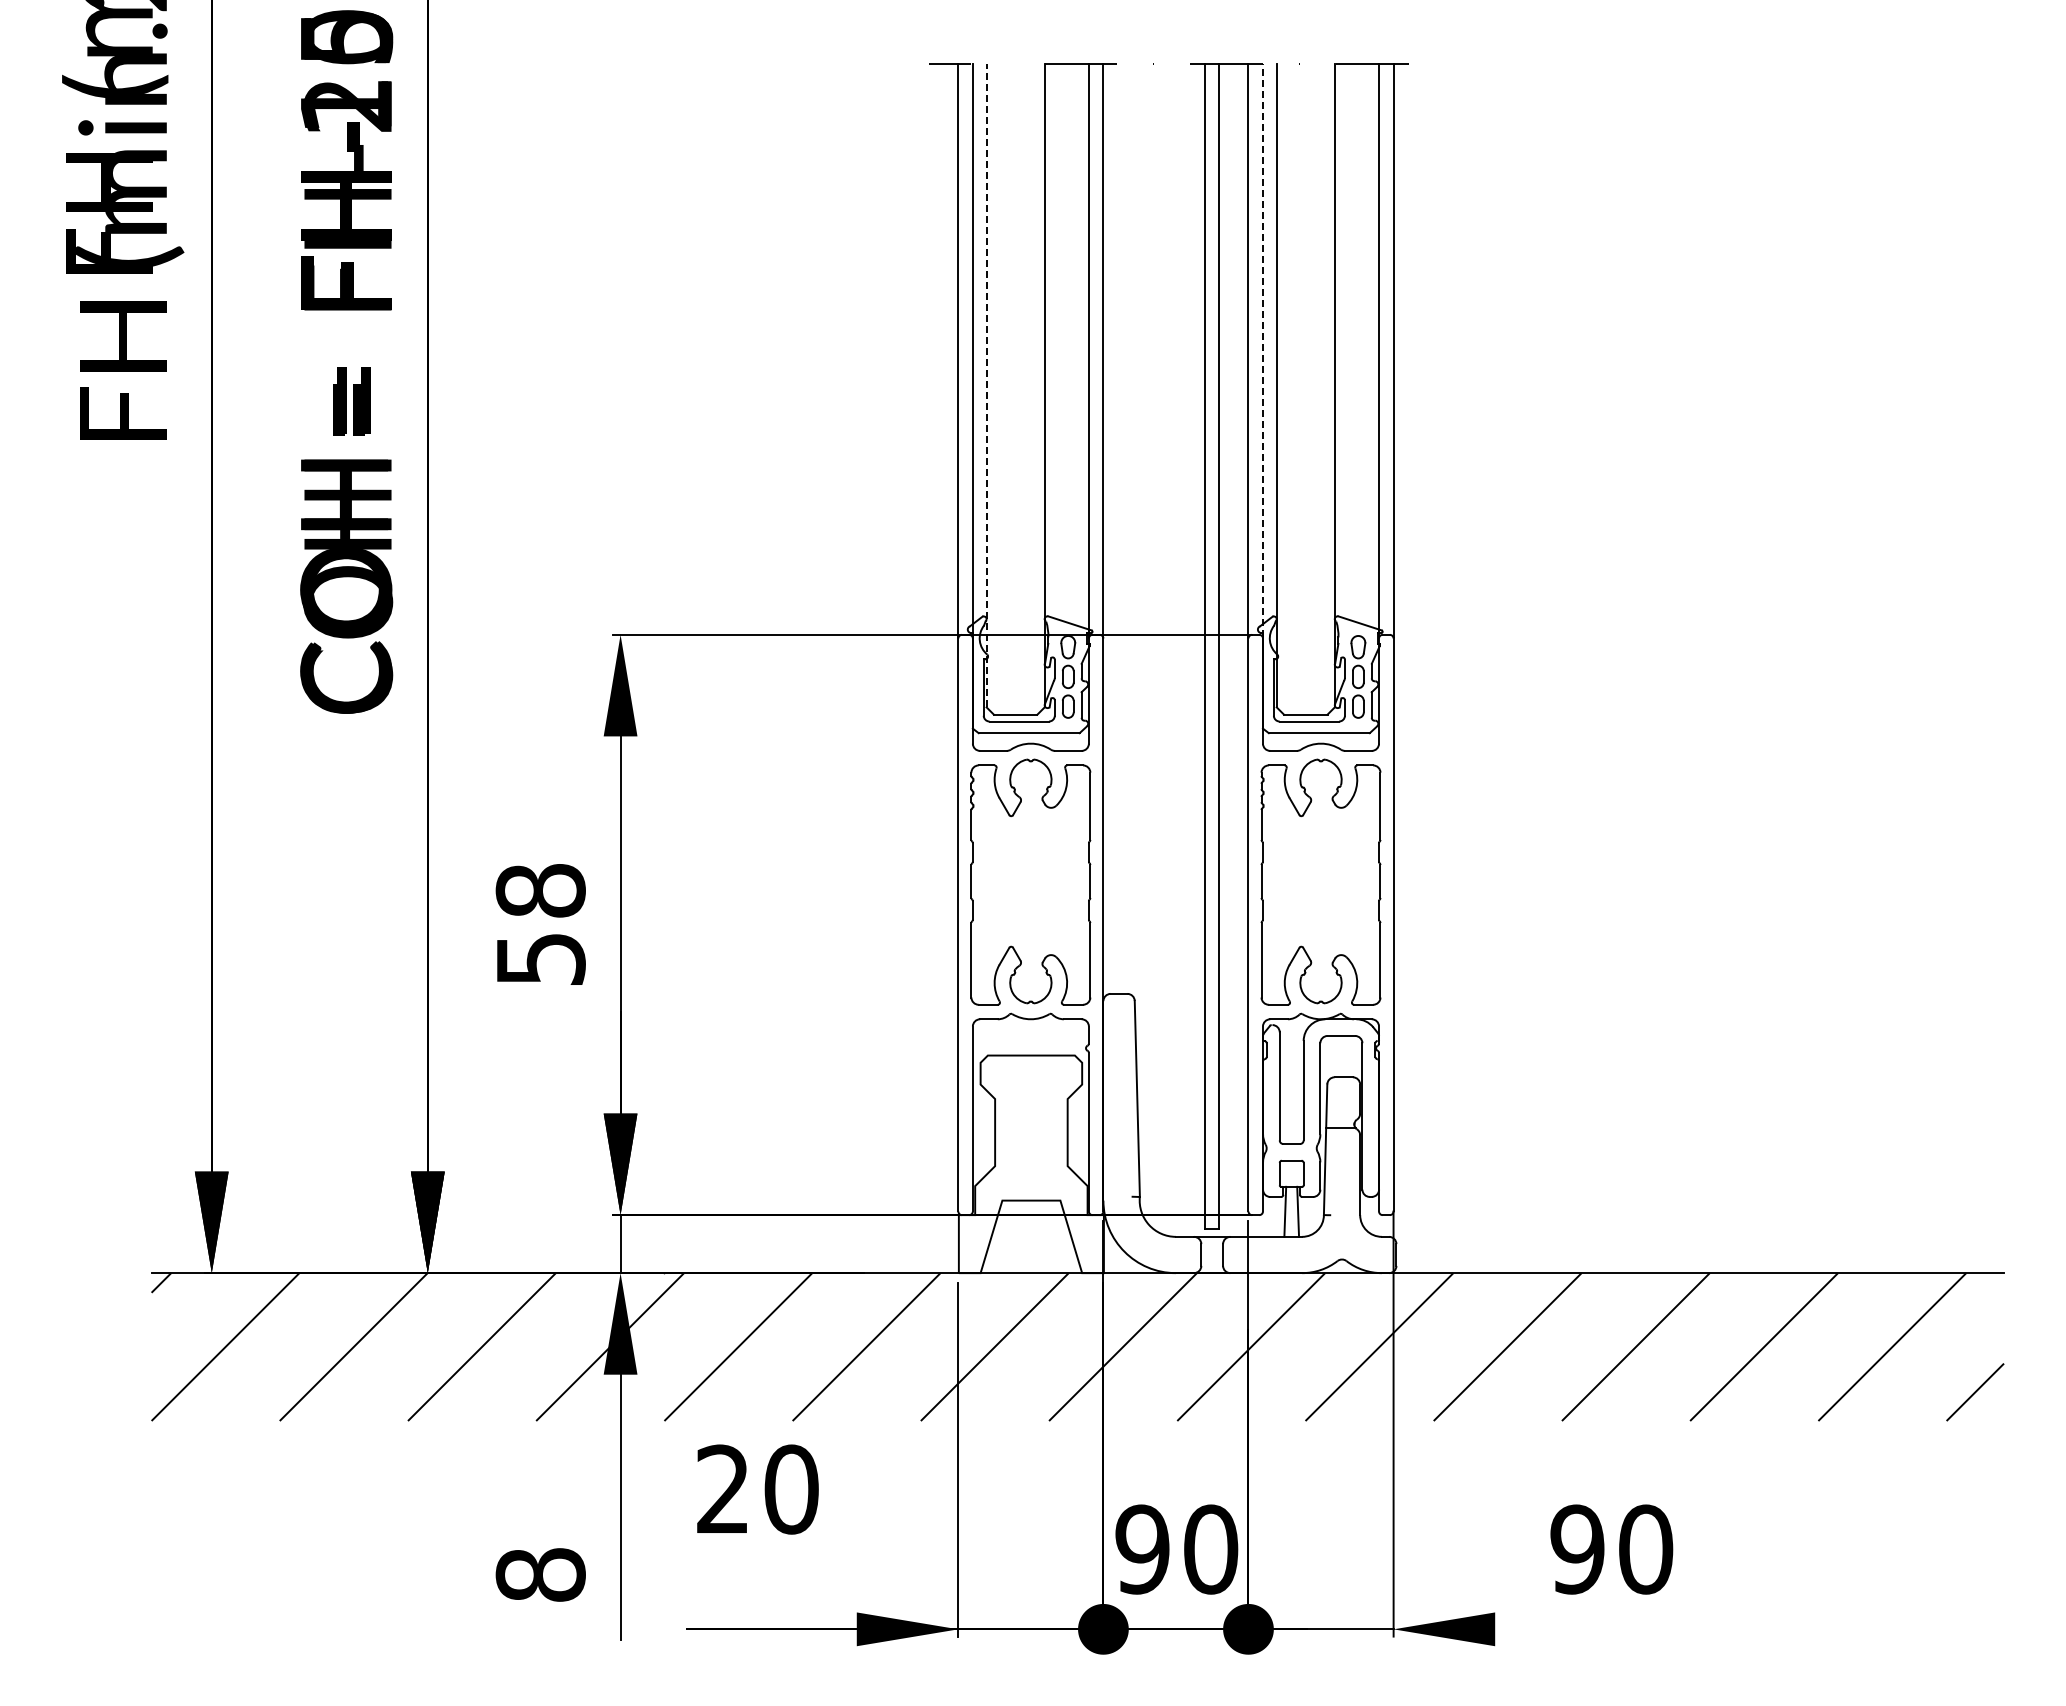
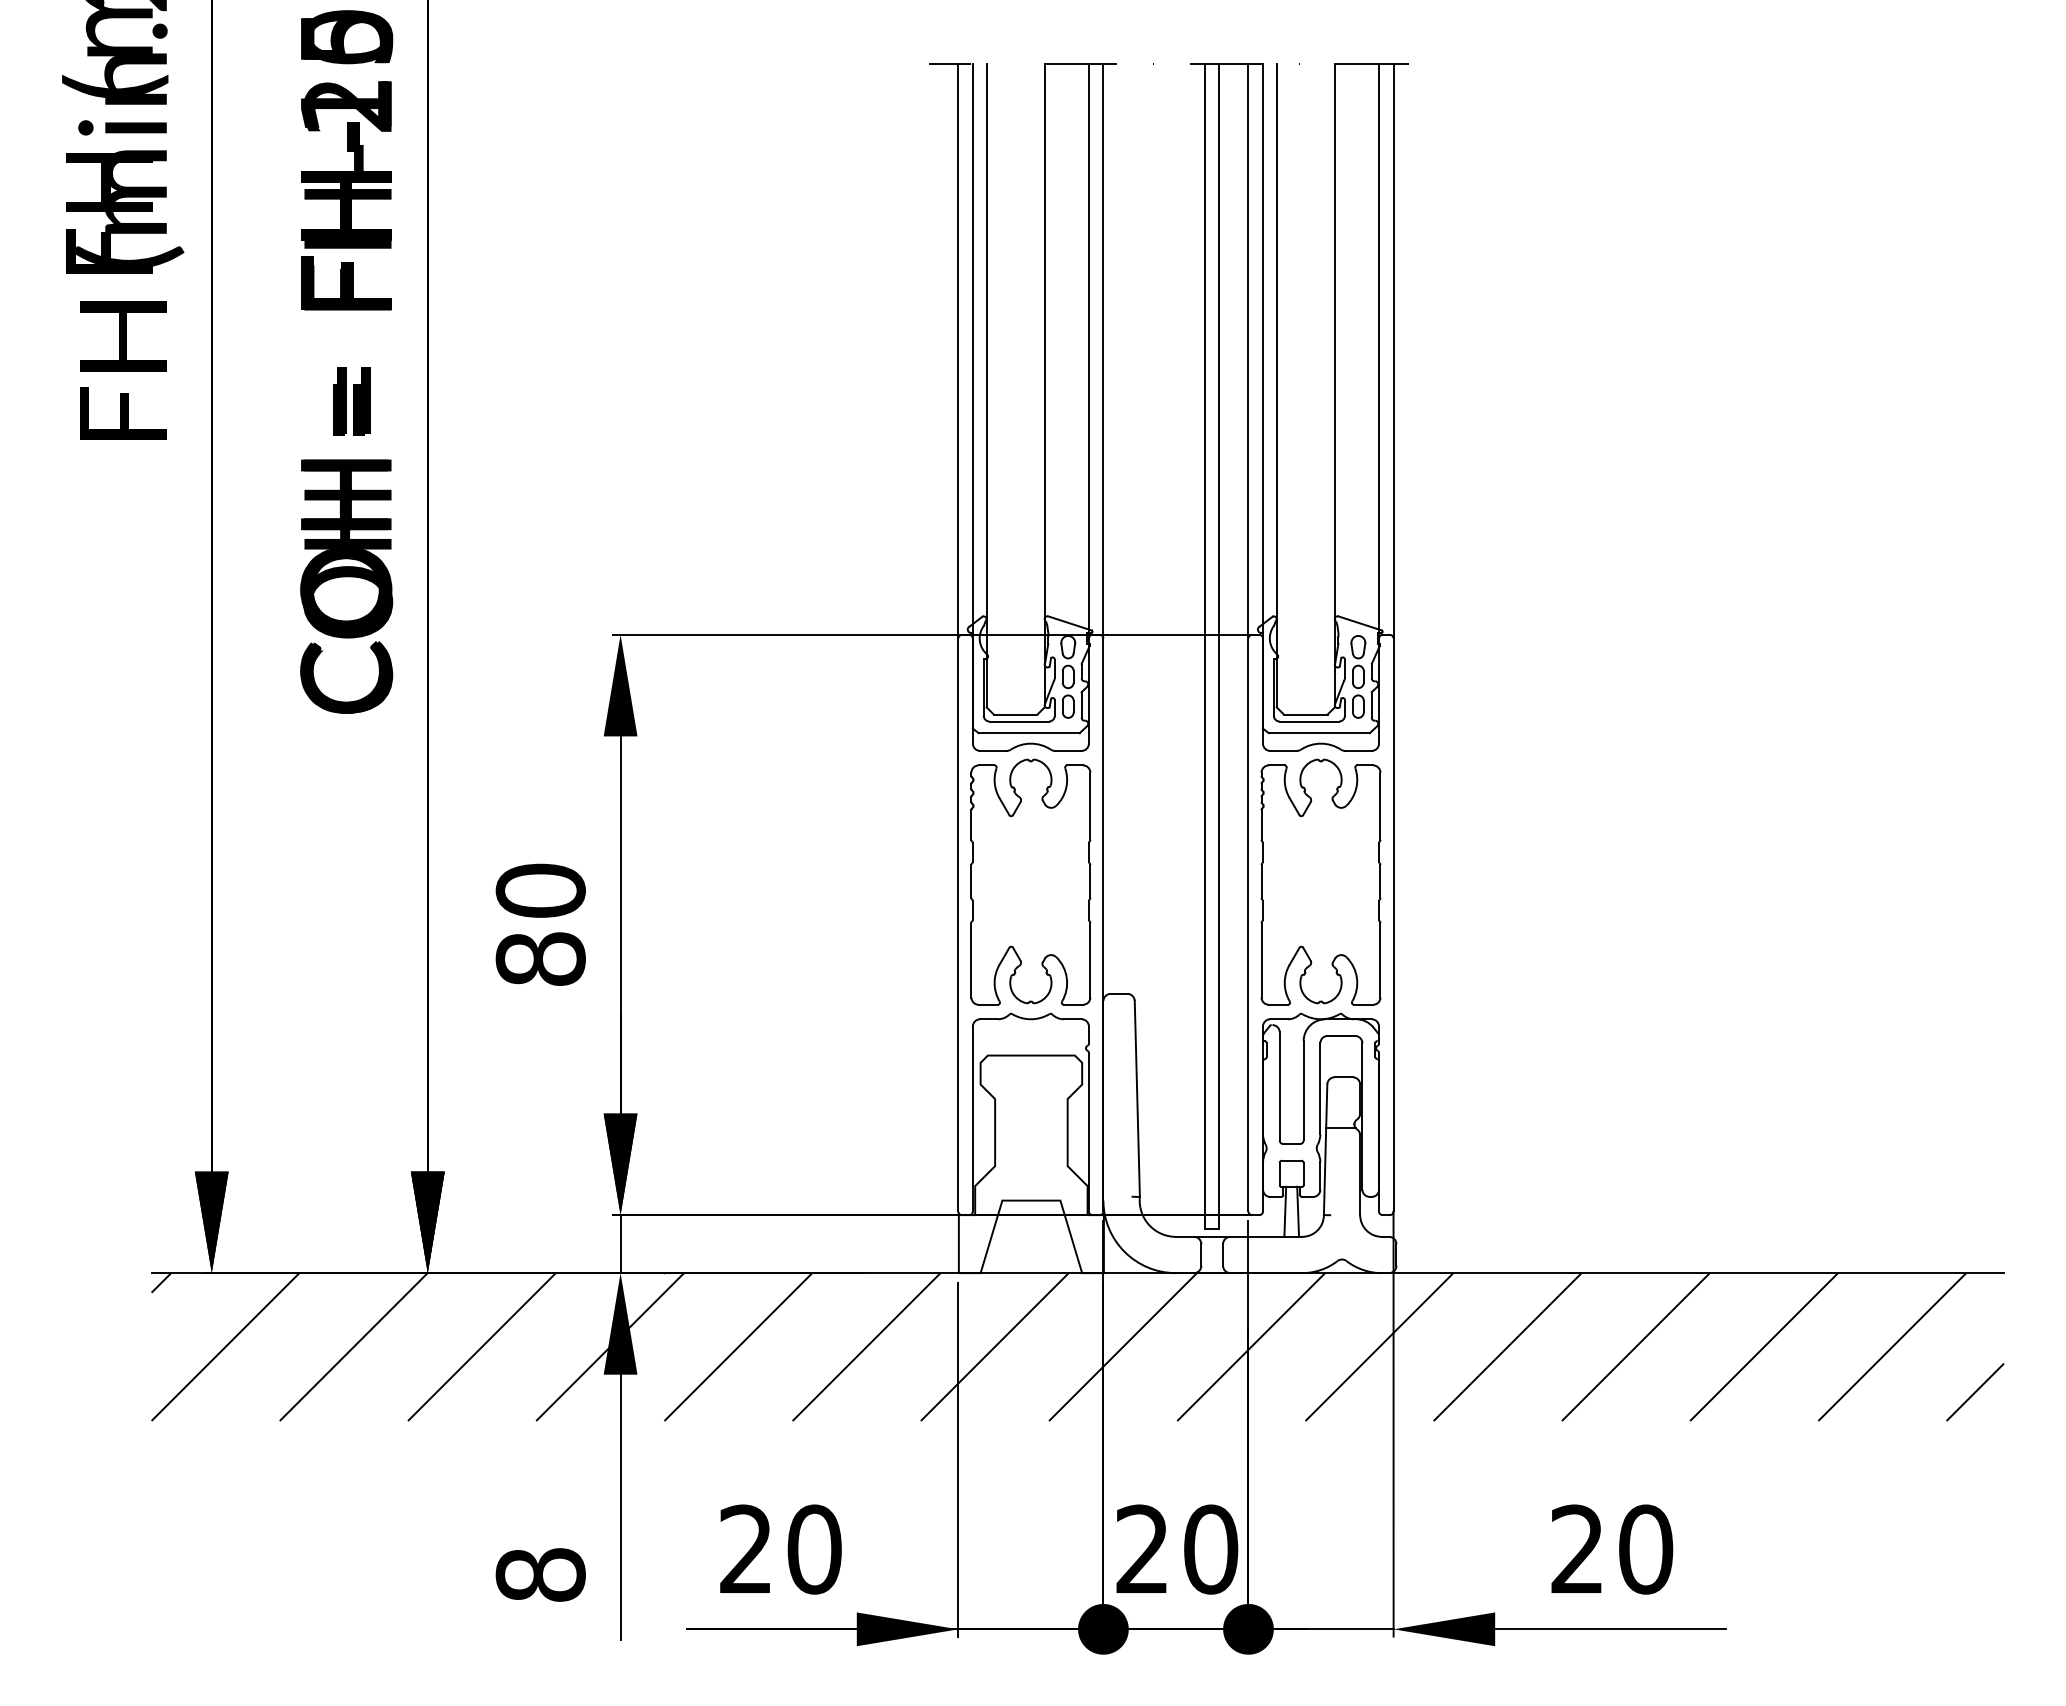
line at (1262, 350): dashed -> solid
line at (986, 385): dashed -> solid
text at (540, 924): 58 -> 80
text at (757, 1489) position: (757, 1489) -> (780, 1549)
text at (1142, 1549): 90 -> 20
text at (1577, 1549): 90 -> 20
line at (1610, 1629): none -> present
